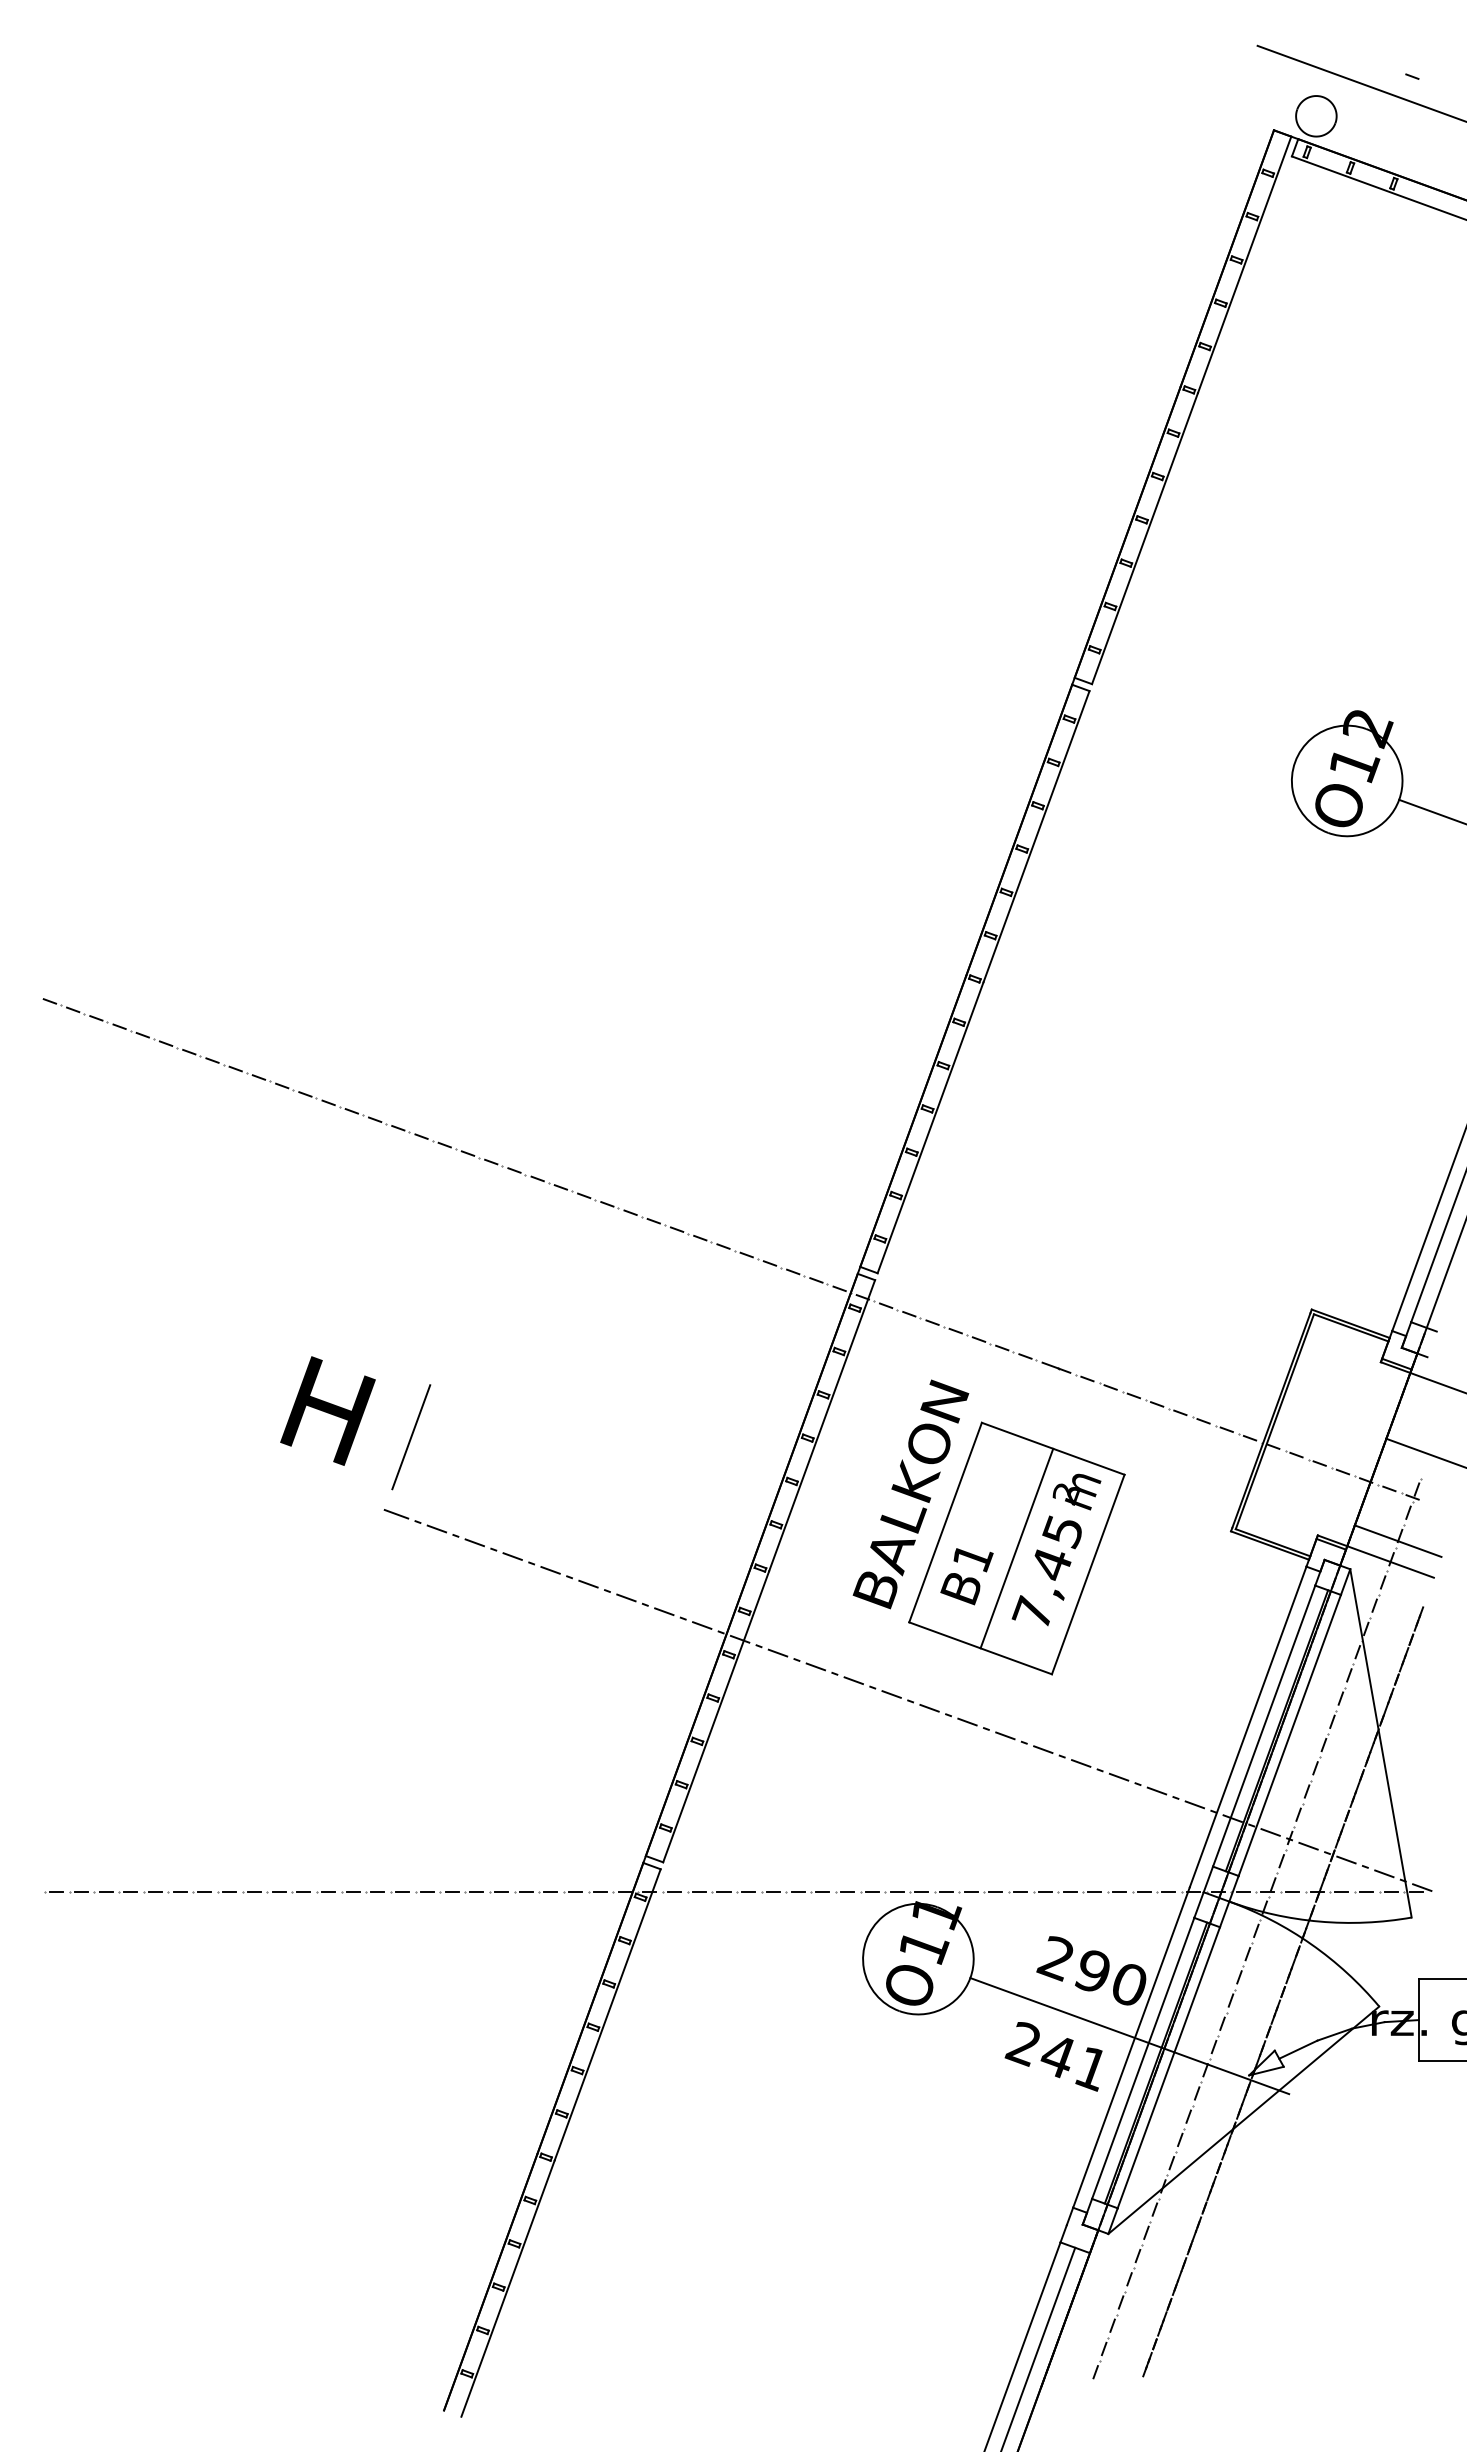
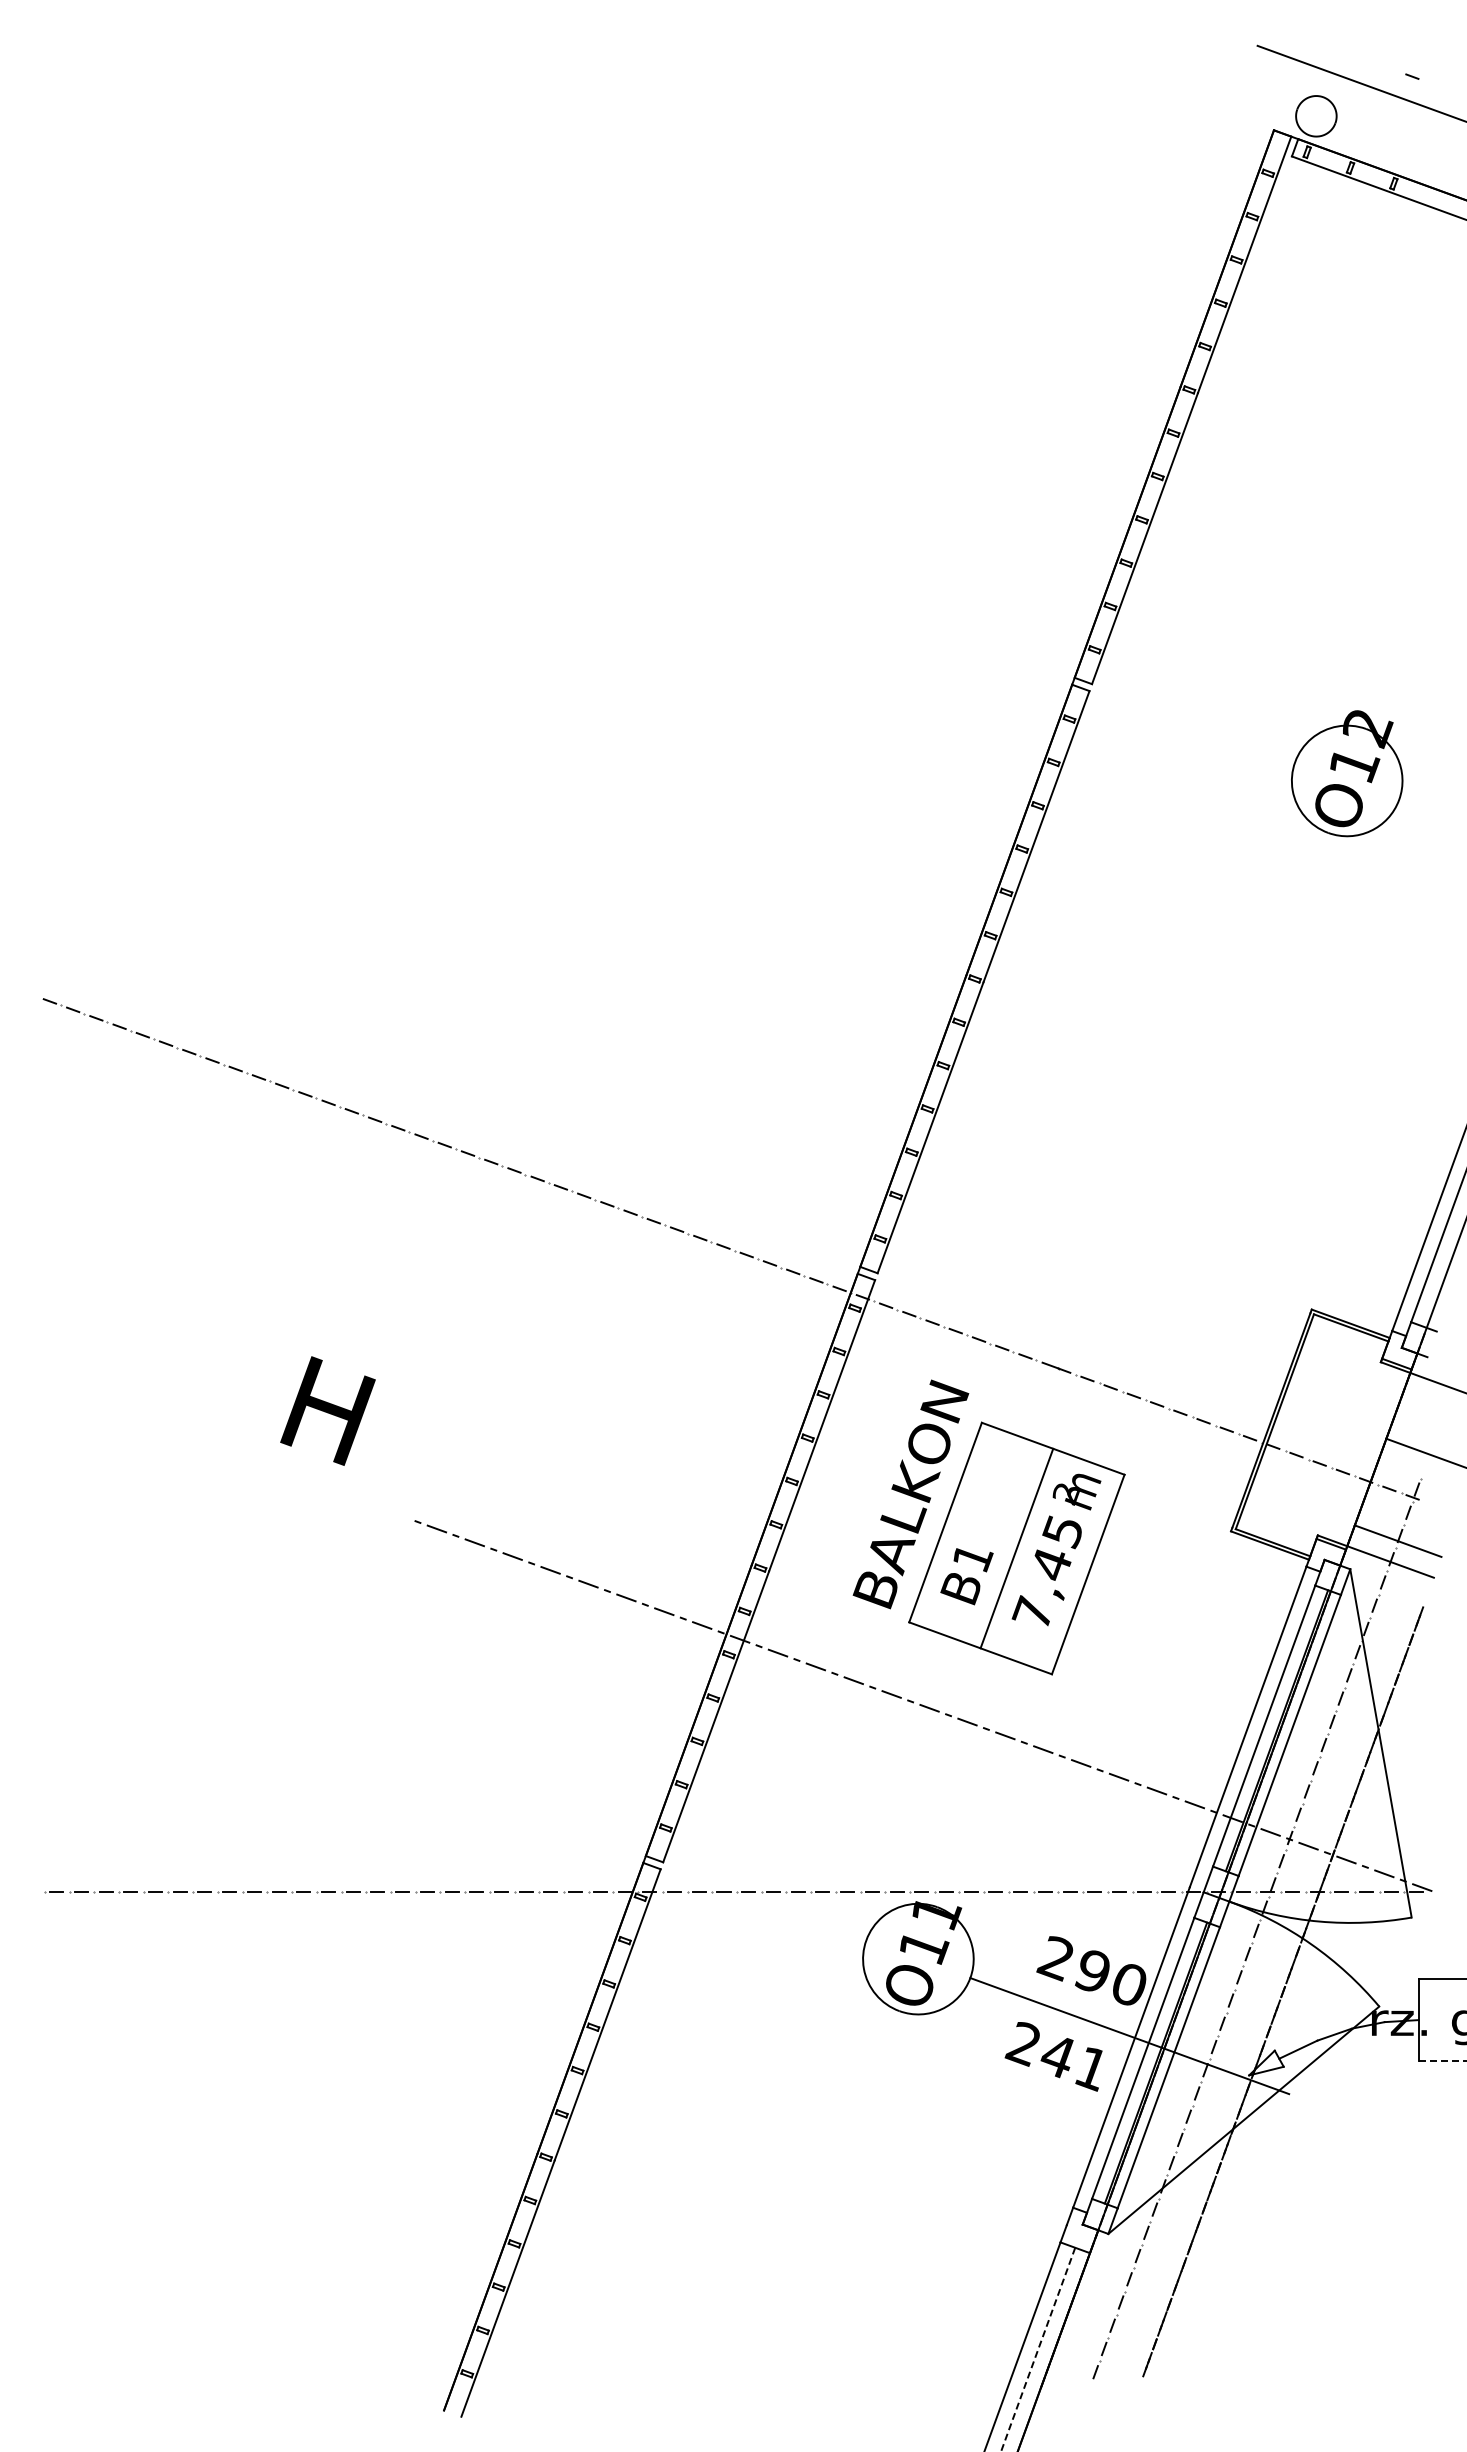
line at (1431, 811): present -> none
line at (411, 1437): present -> none
line at (396, 1514): present -> none
line at (1442, 2060): solid -> dashed
line at (1037, 2350): solid -> dashed
